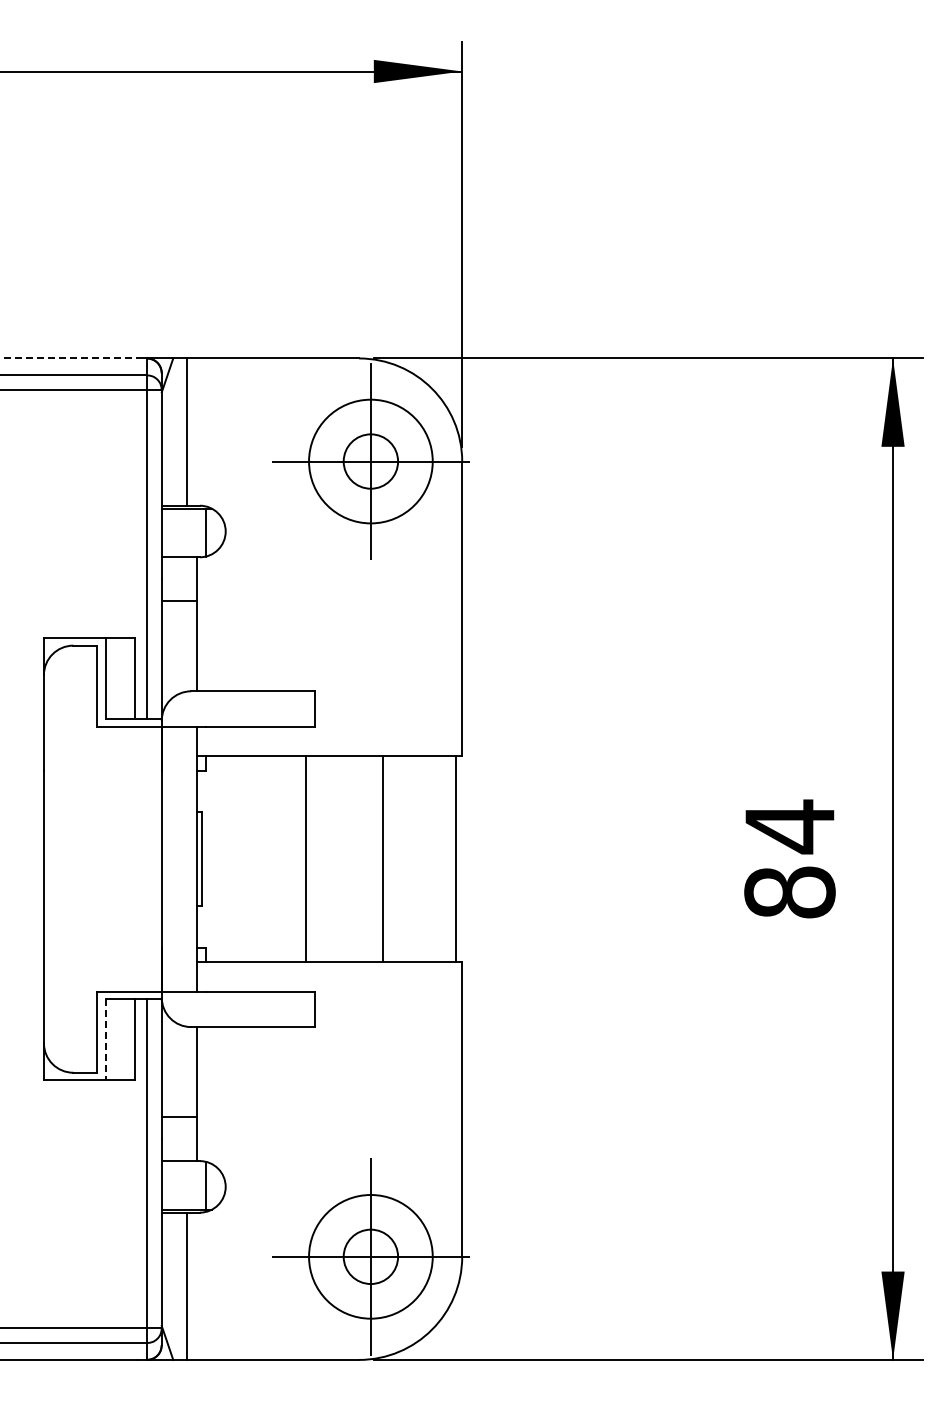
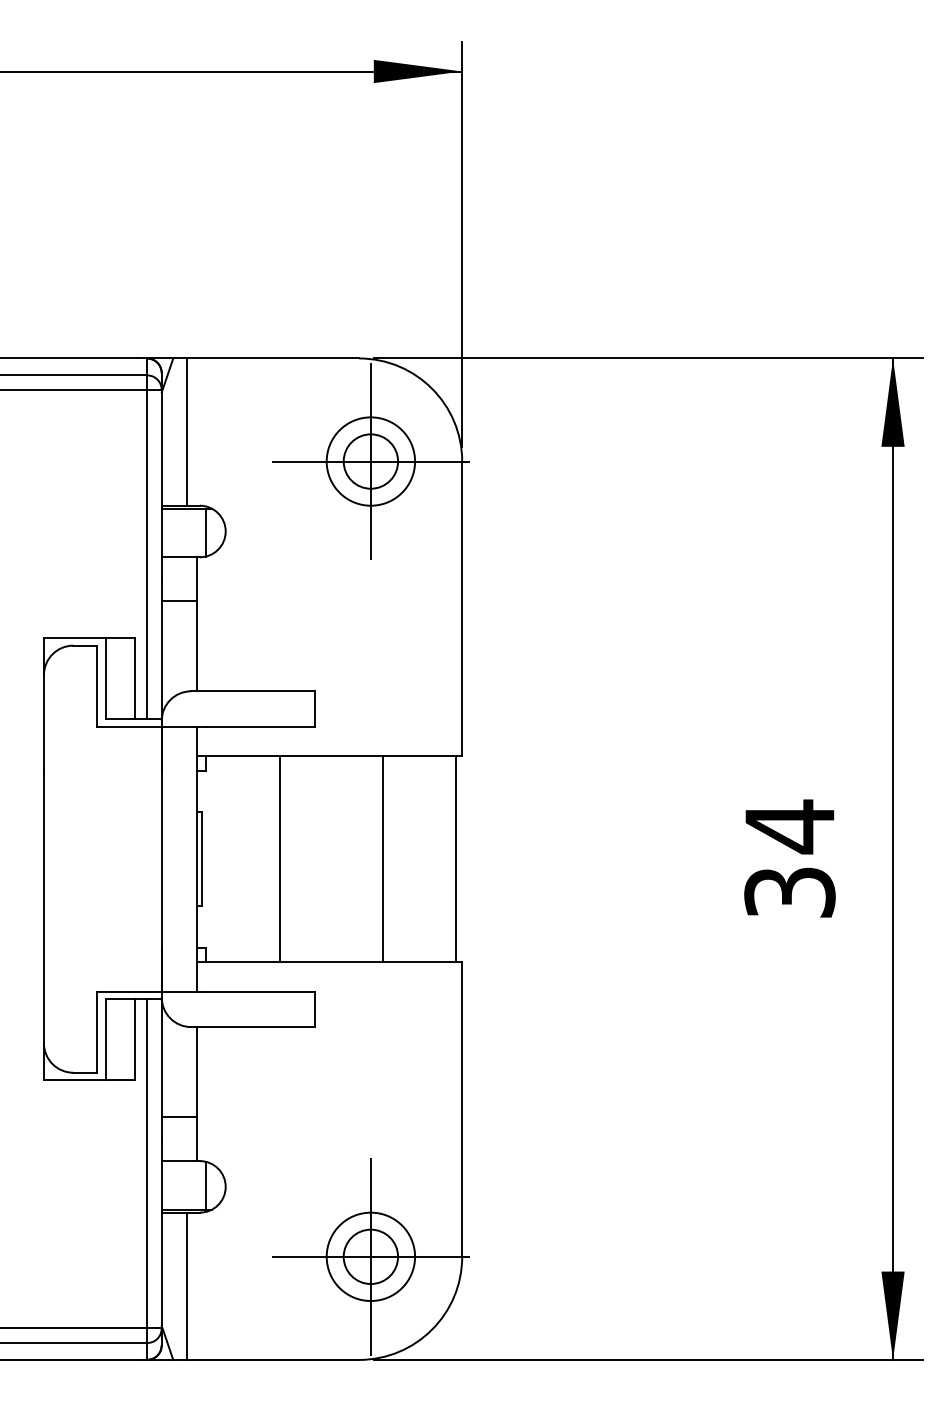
line at (69, 358): dashed -> solid
circle at (370, 461) diameter: 124 px -> 88 px
line at (305, 859) position: (305, 859) -> (279, 859)
text at (789, 892): 84 -> 34
line at (105, 1039): dashed -> solid
circle at (370, 1256) diameter: 124 px -> 88 px
